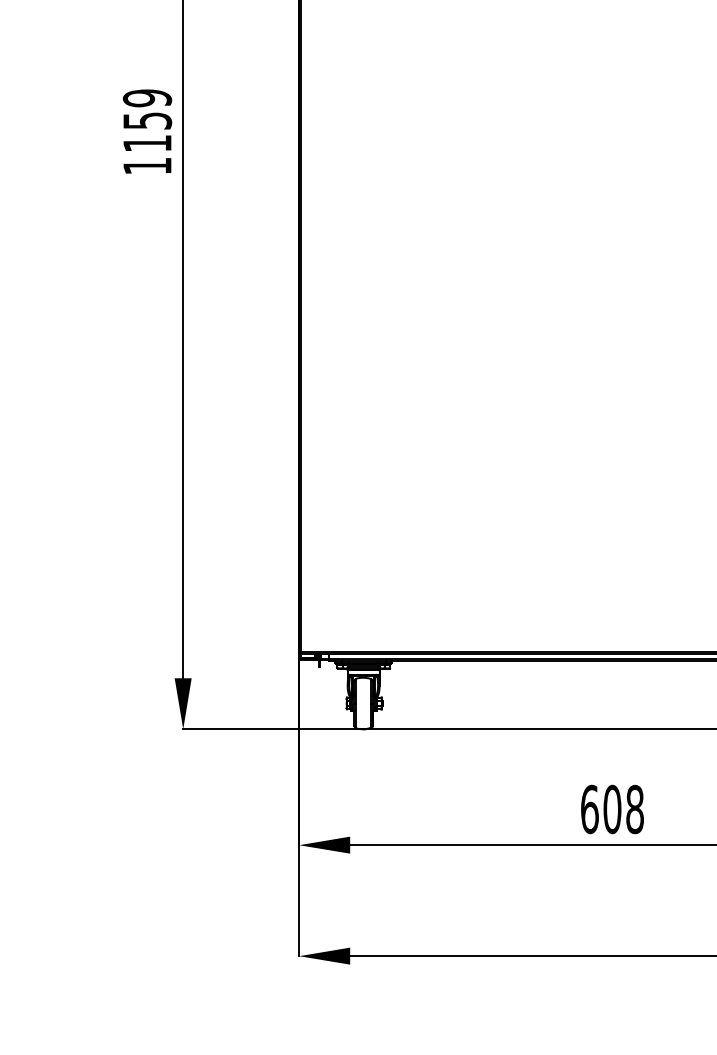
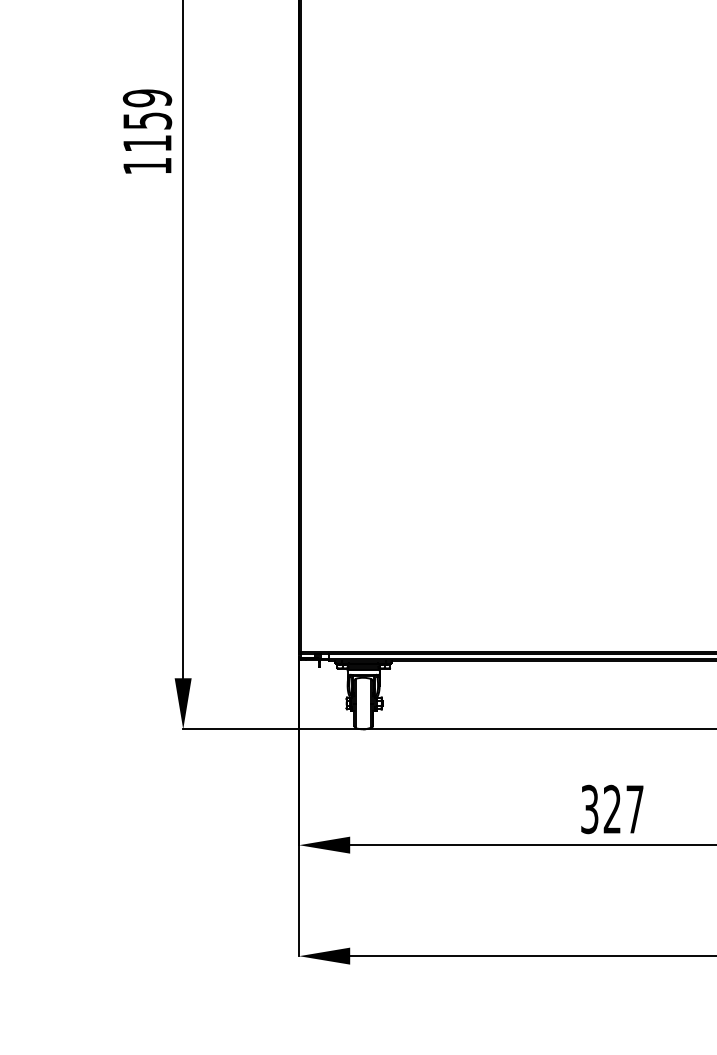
text at (612, 809): 608 -> 327
